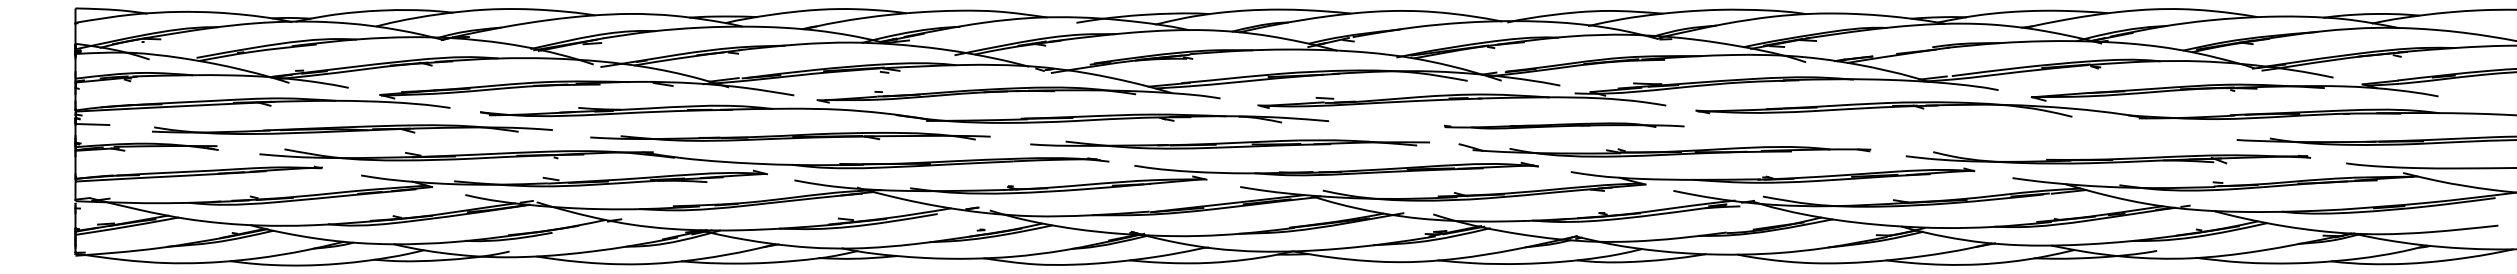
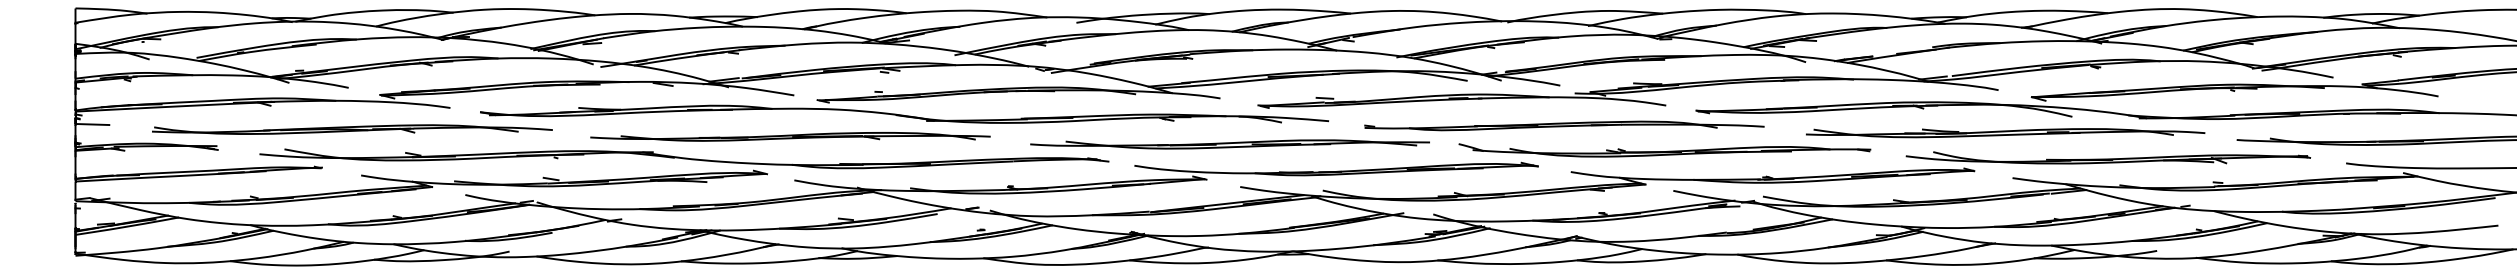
part at (1564, 125) size: 241x8 px -> 401x12 px
part at (2005, 133): none -> present
